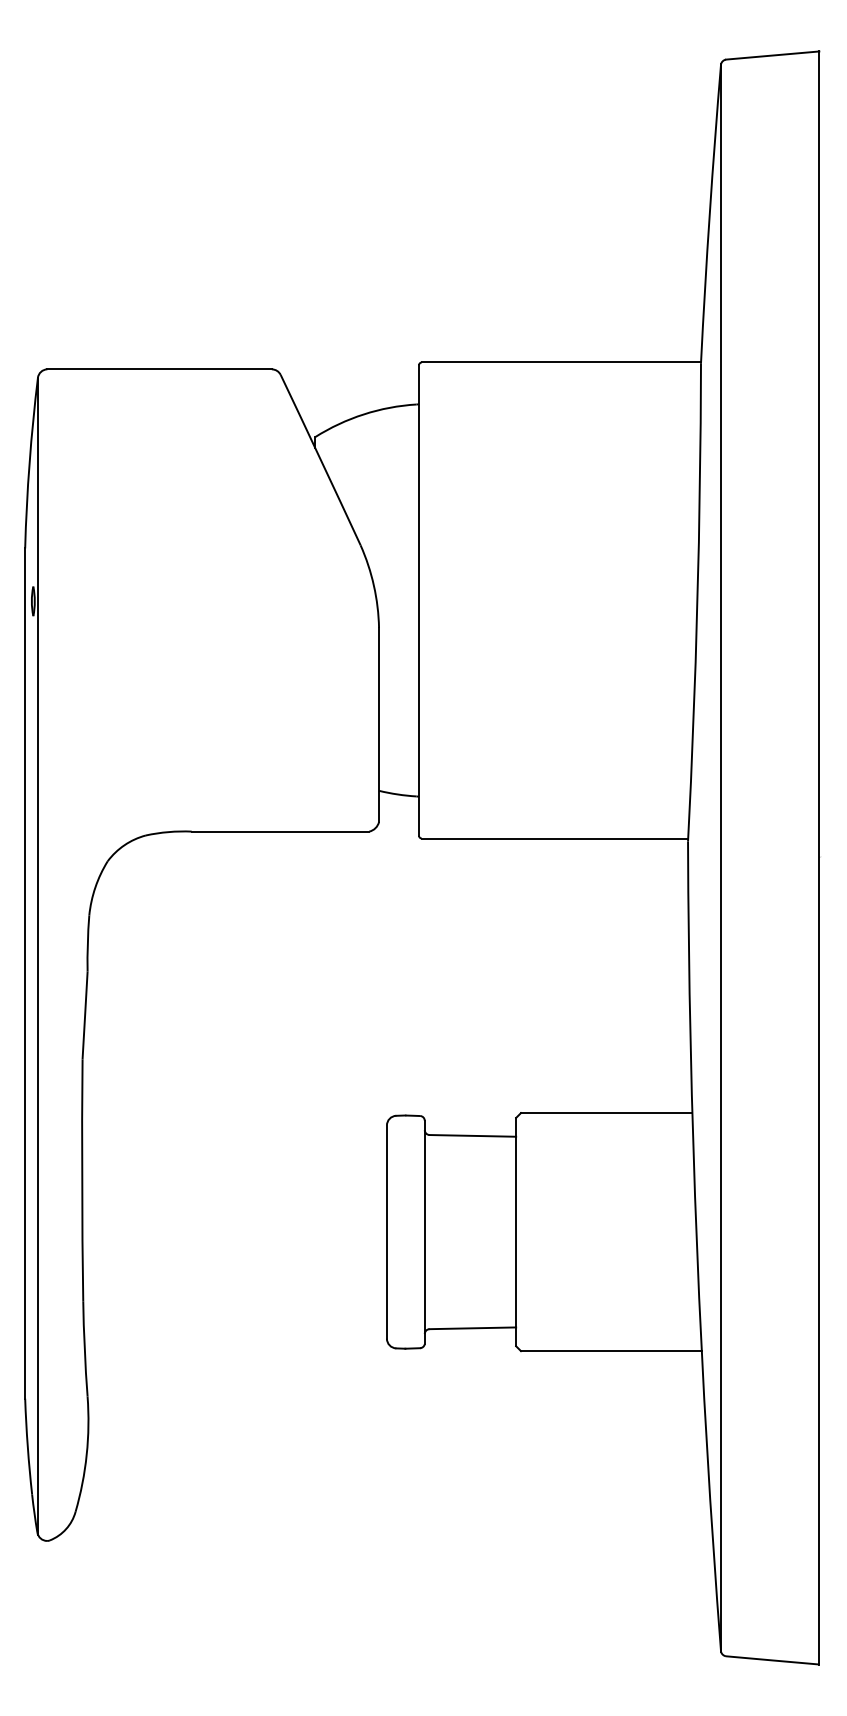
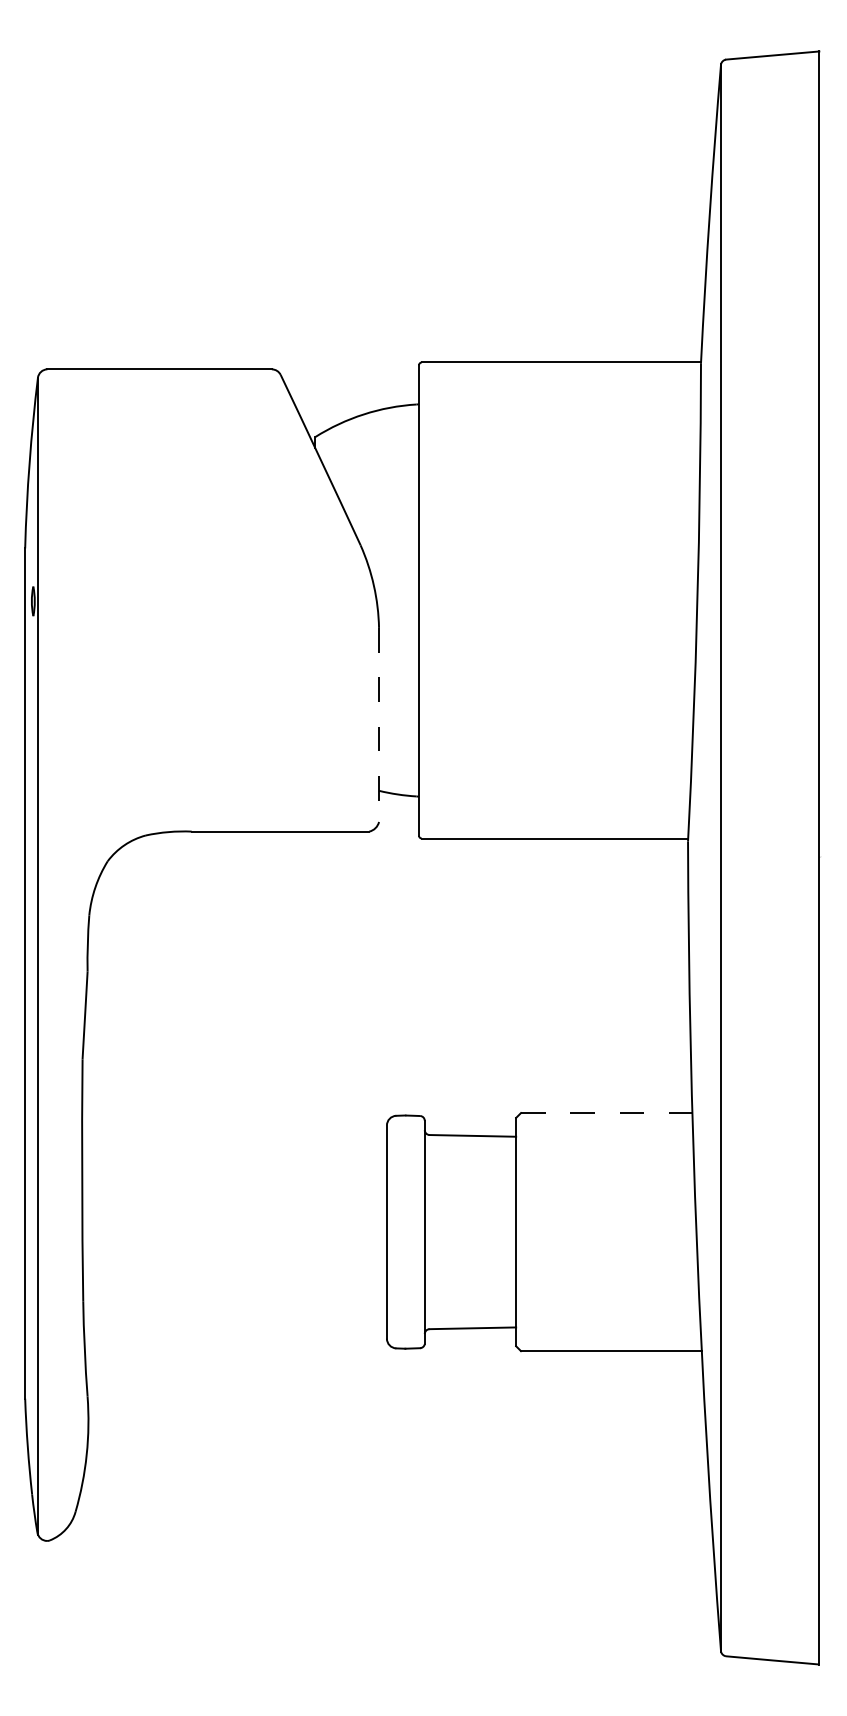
line at (379, 725): solid -> dashed
line at (606, 1113): solid -> dashed
